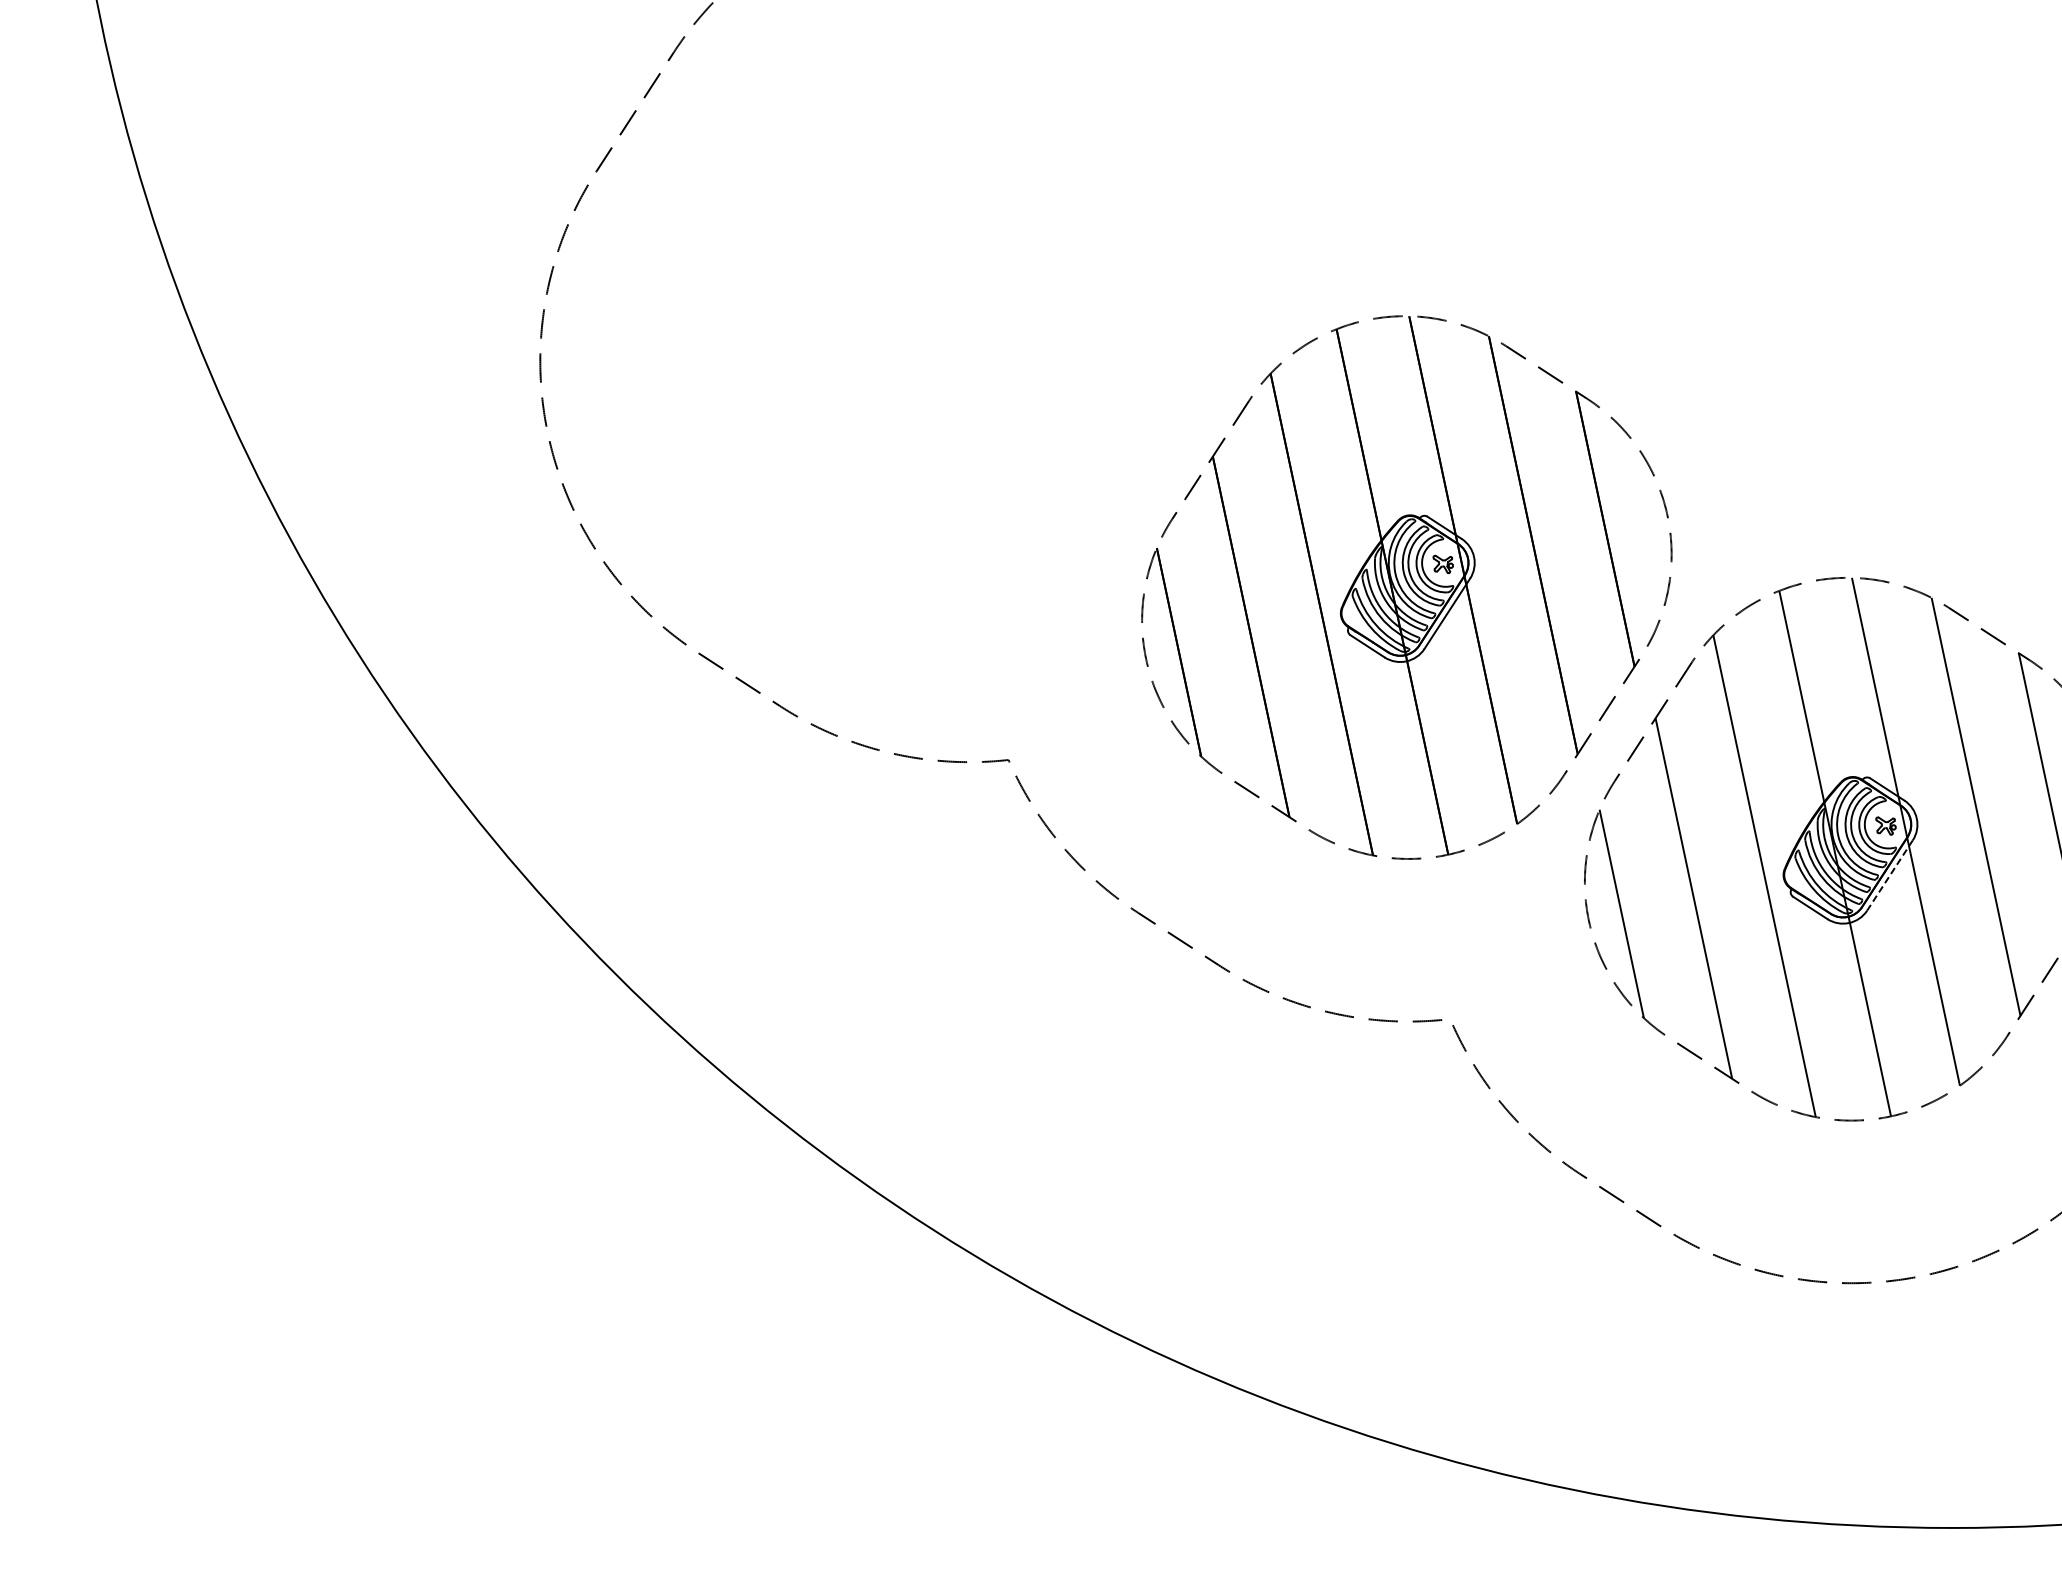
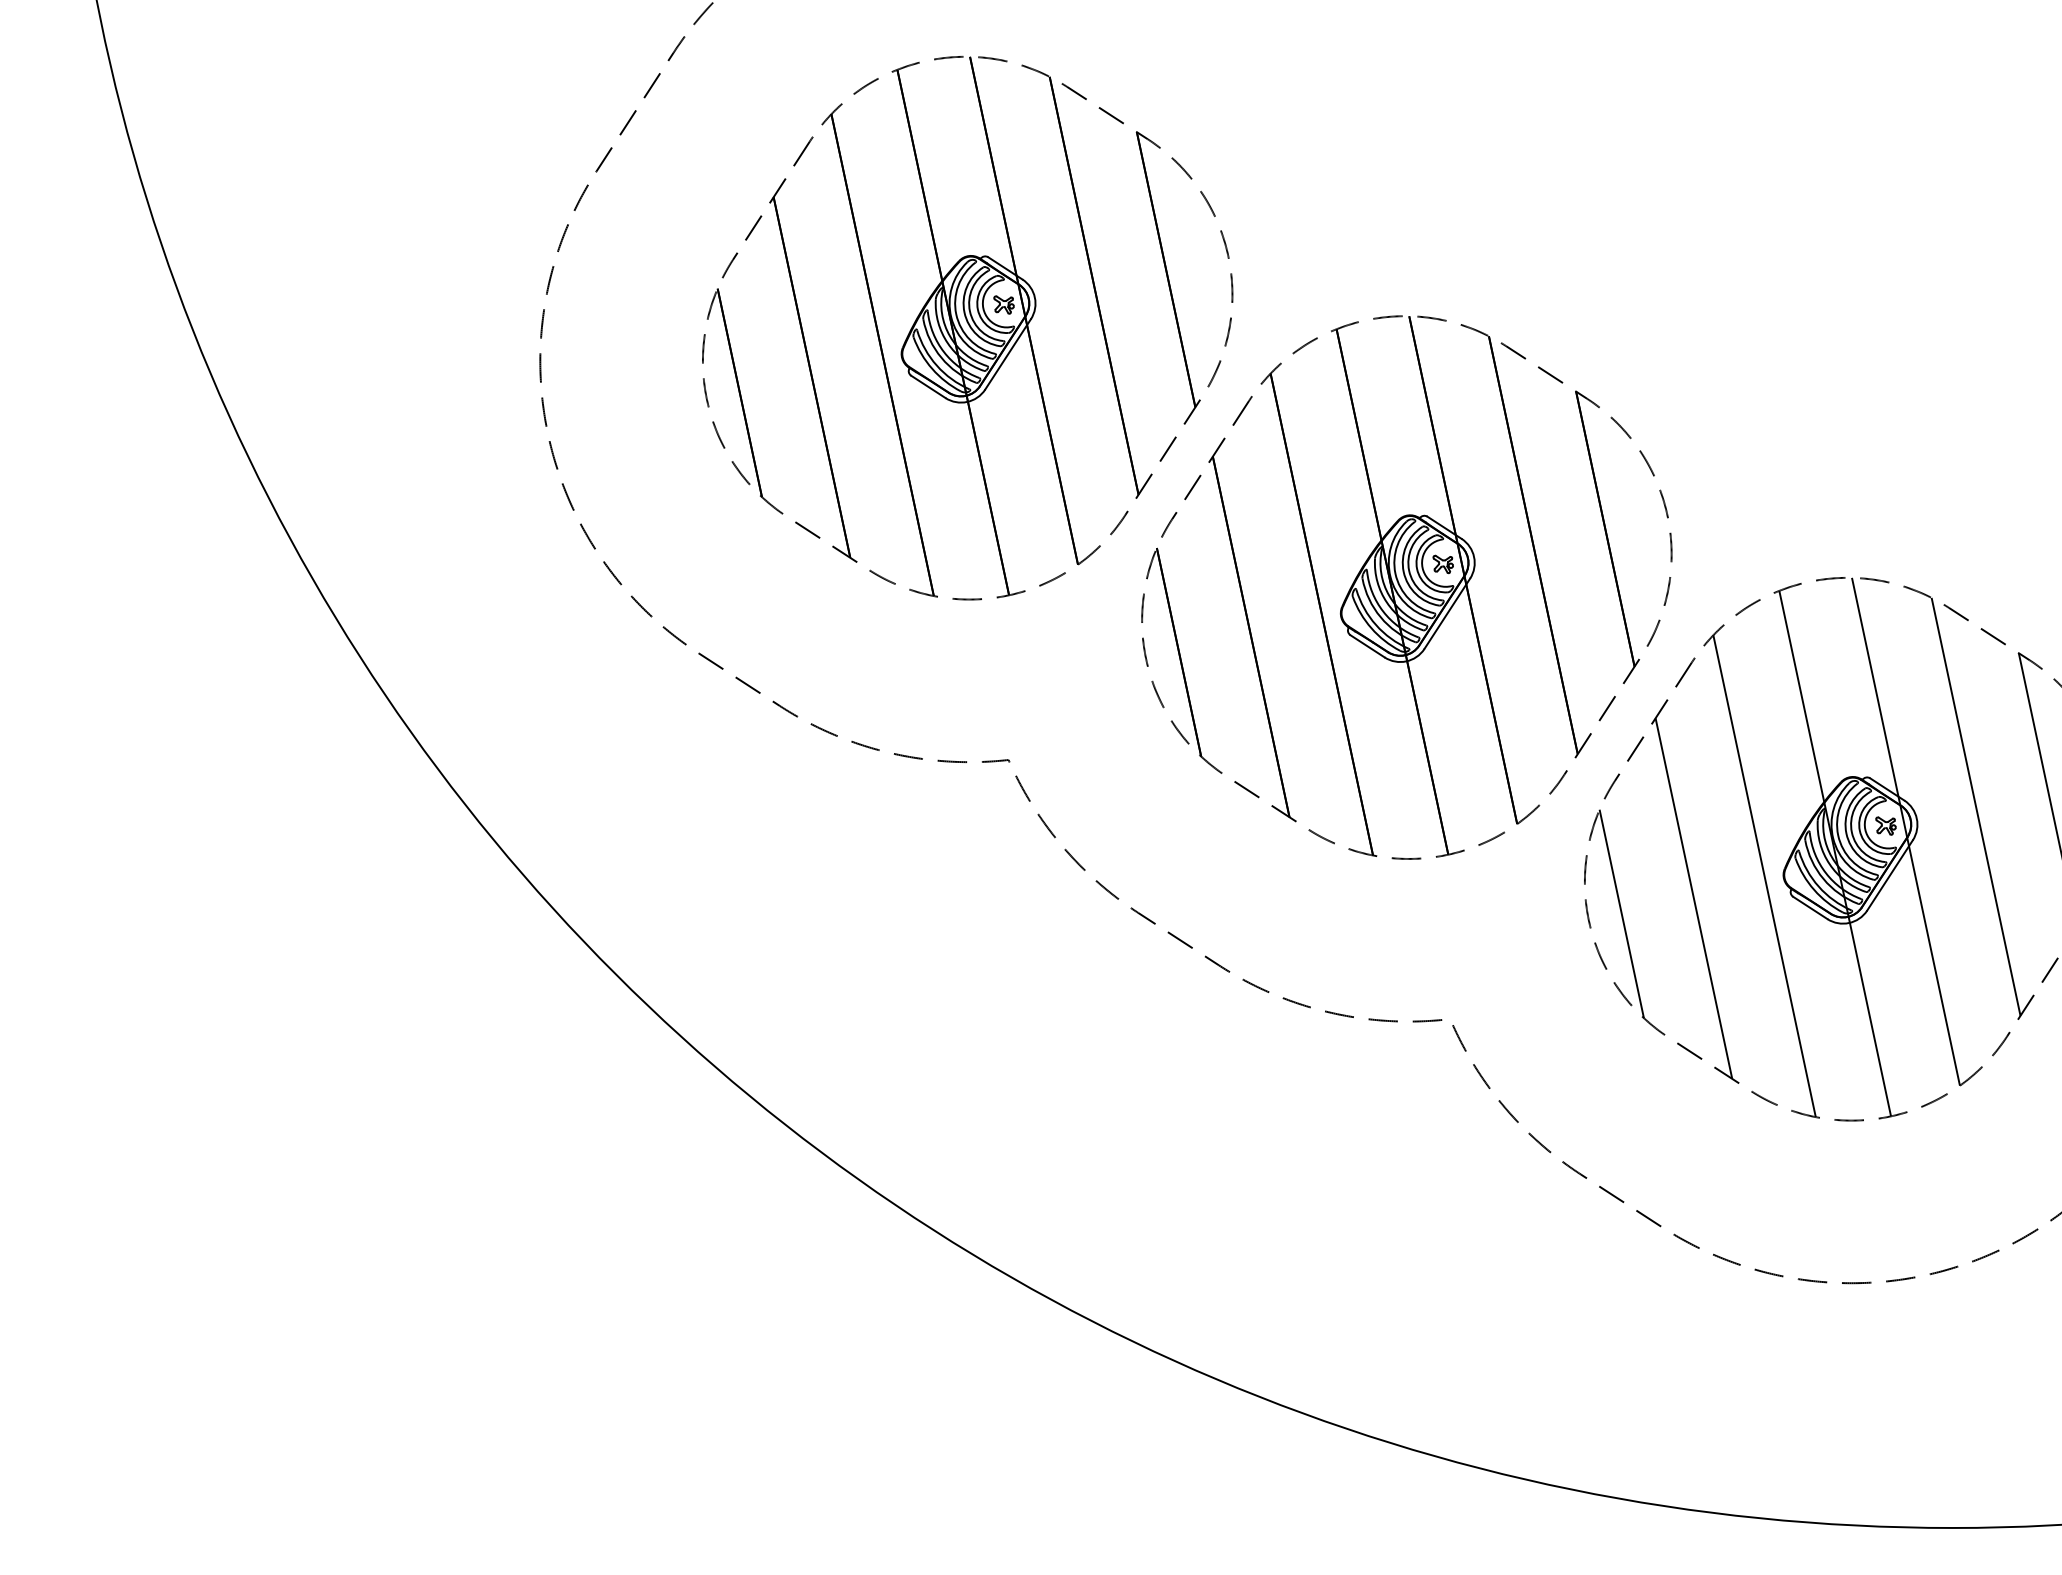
part at (967, 327): none -> present
line at (1890, 875): dashed -> solid
